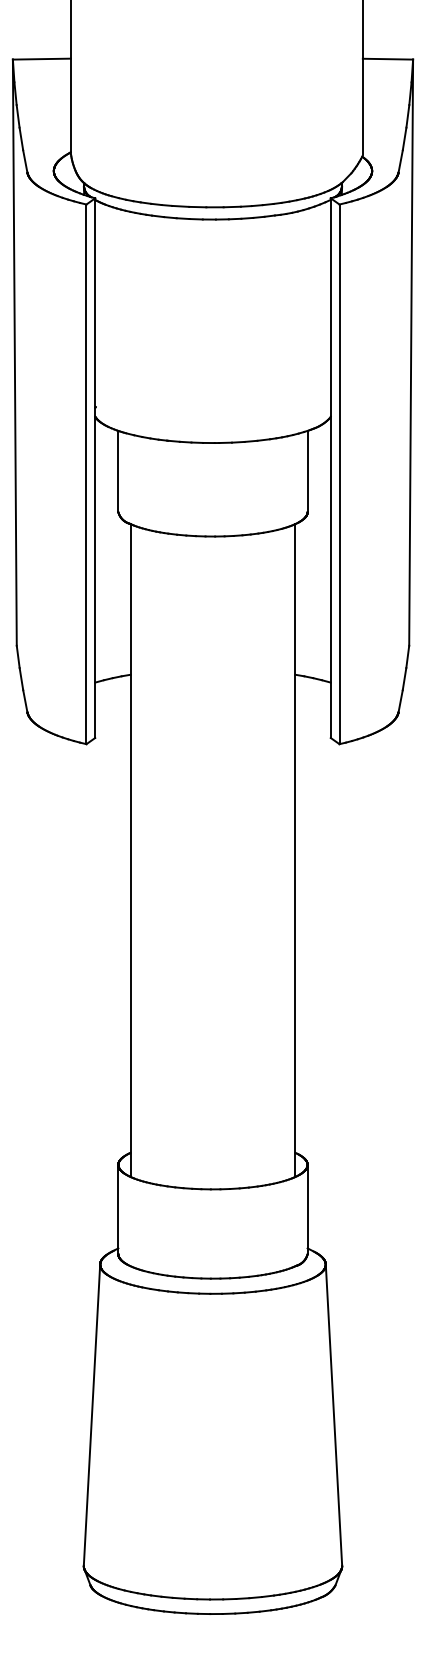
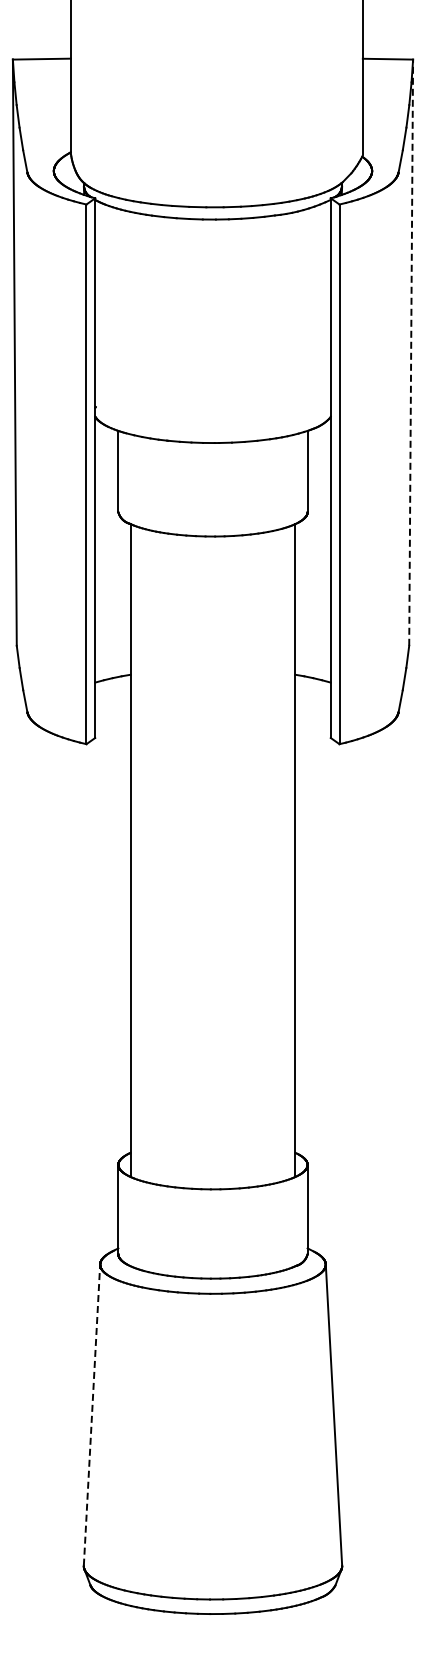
line at (411, 352): solid -> dashed
line at (92, 1414): solid -> dashed
